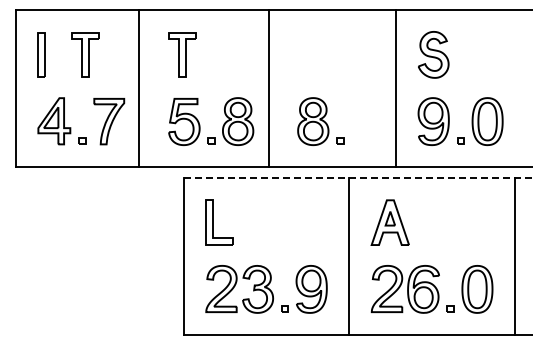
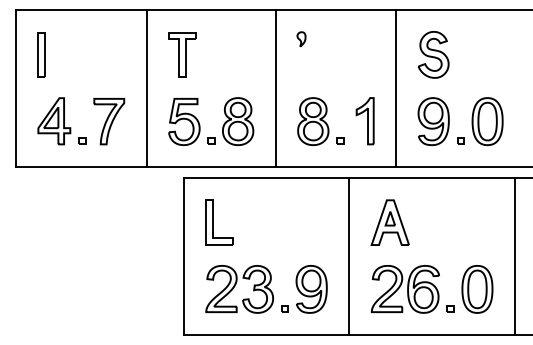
part at (301, 39): none -> present
part at (85, 54): present -> none
line at (138, 88) position: (138, 88) -> (146, 88)
line at (268, 88) position: (268, 88) -> (275, 88)
part at (364, 121): none -> present
line at (358, 178): dashed -> solid
